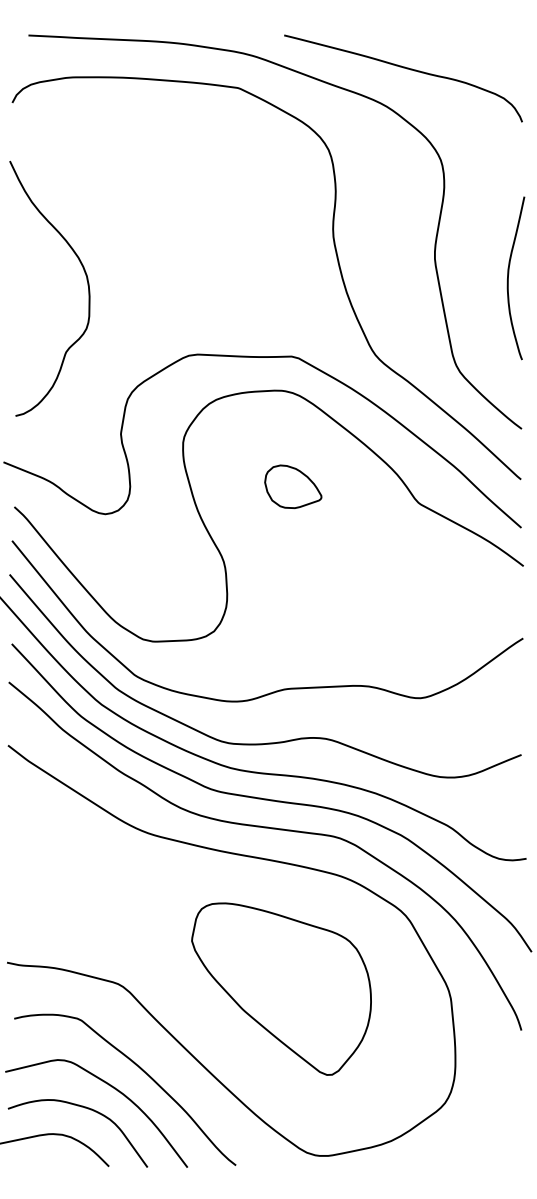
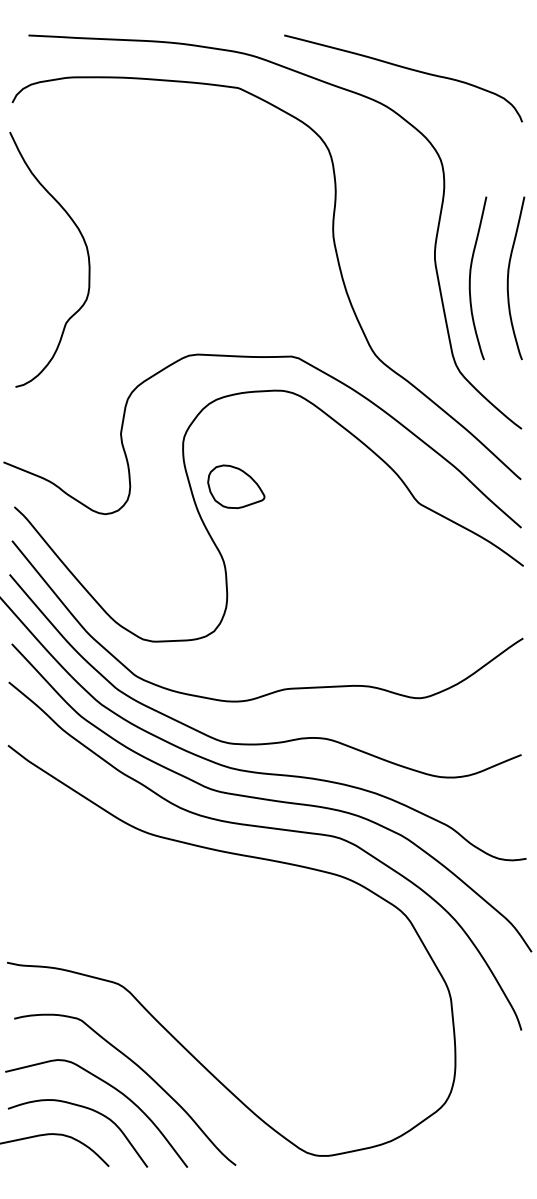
curve at (470, 278): none -> present
curve at (86, 280) position: (86, 280) -> (86, 251)
part at (293, 486) position: (293, 486) -> (236, 486)
part at (281, 988): present -> none
